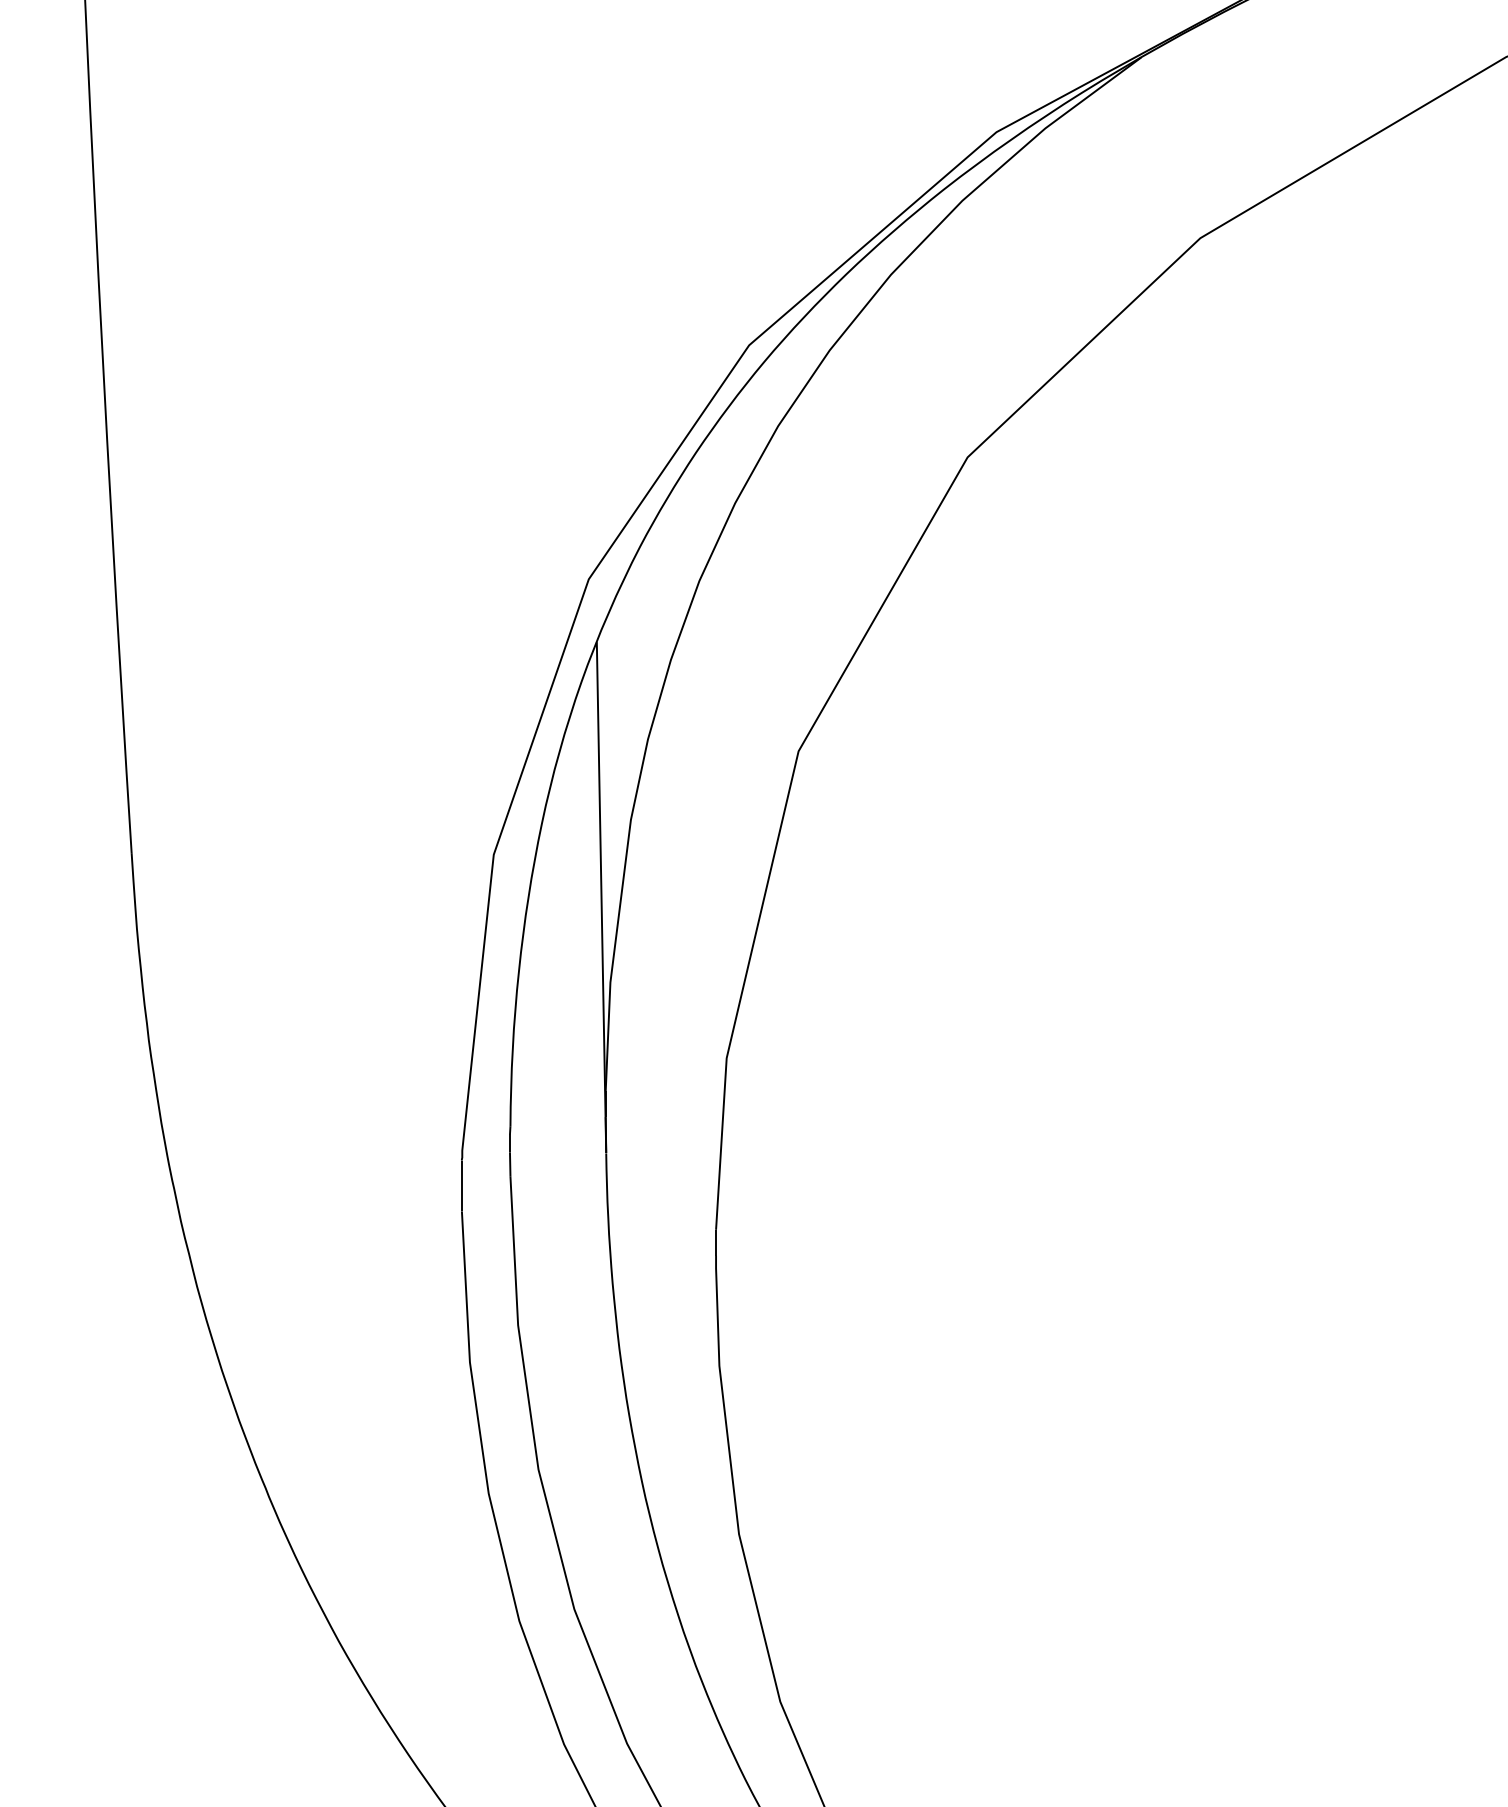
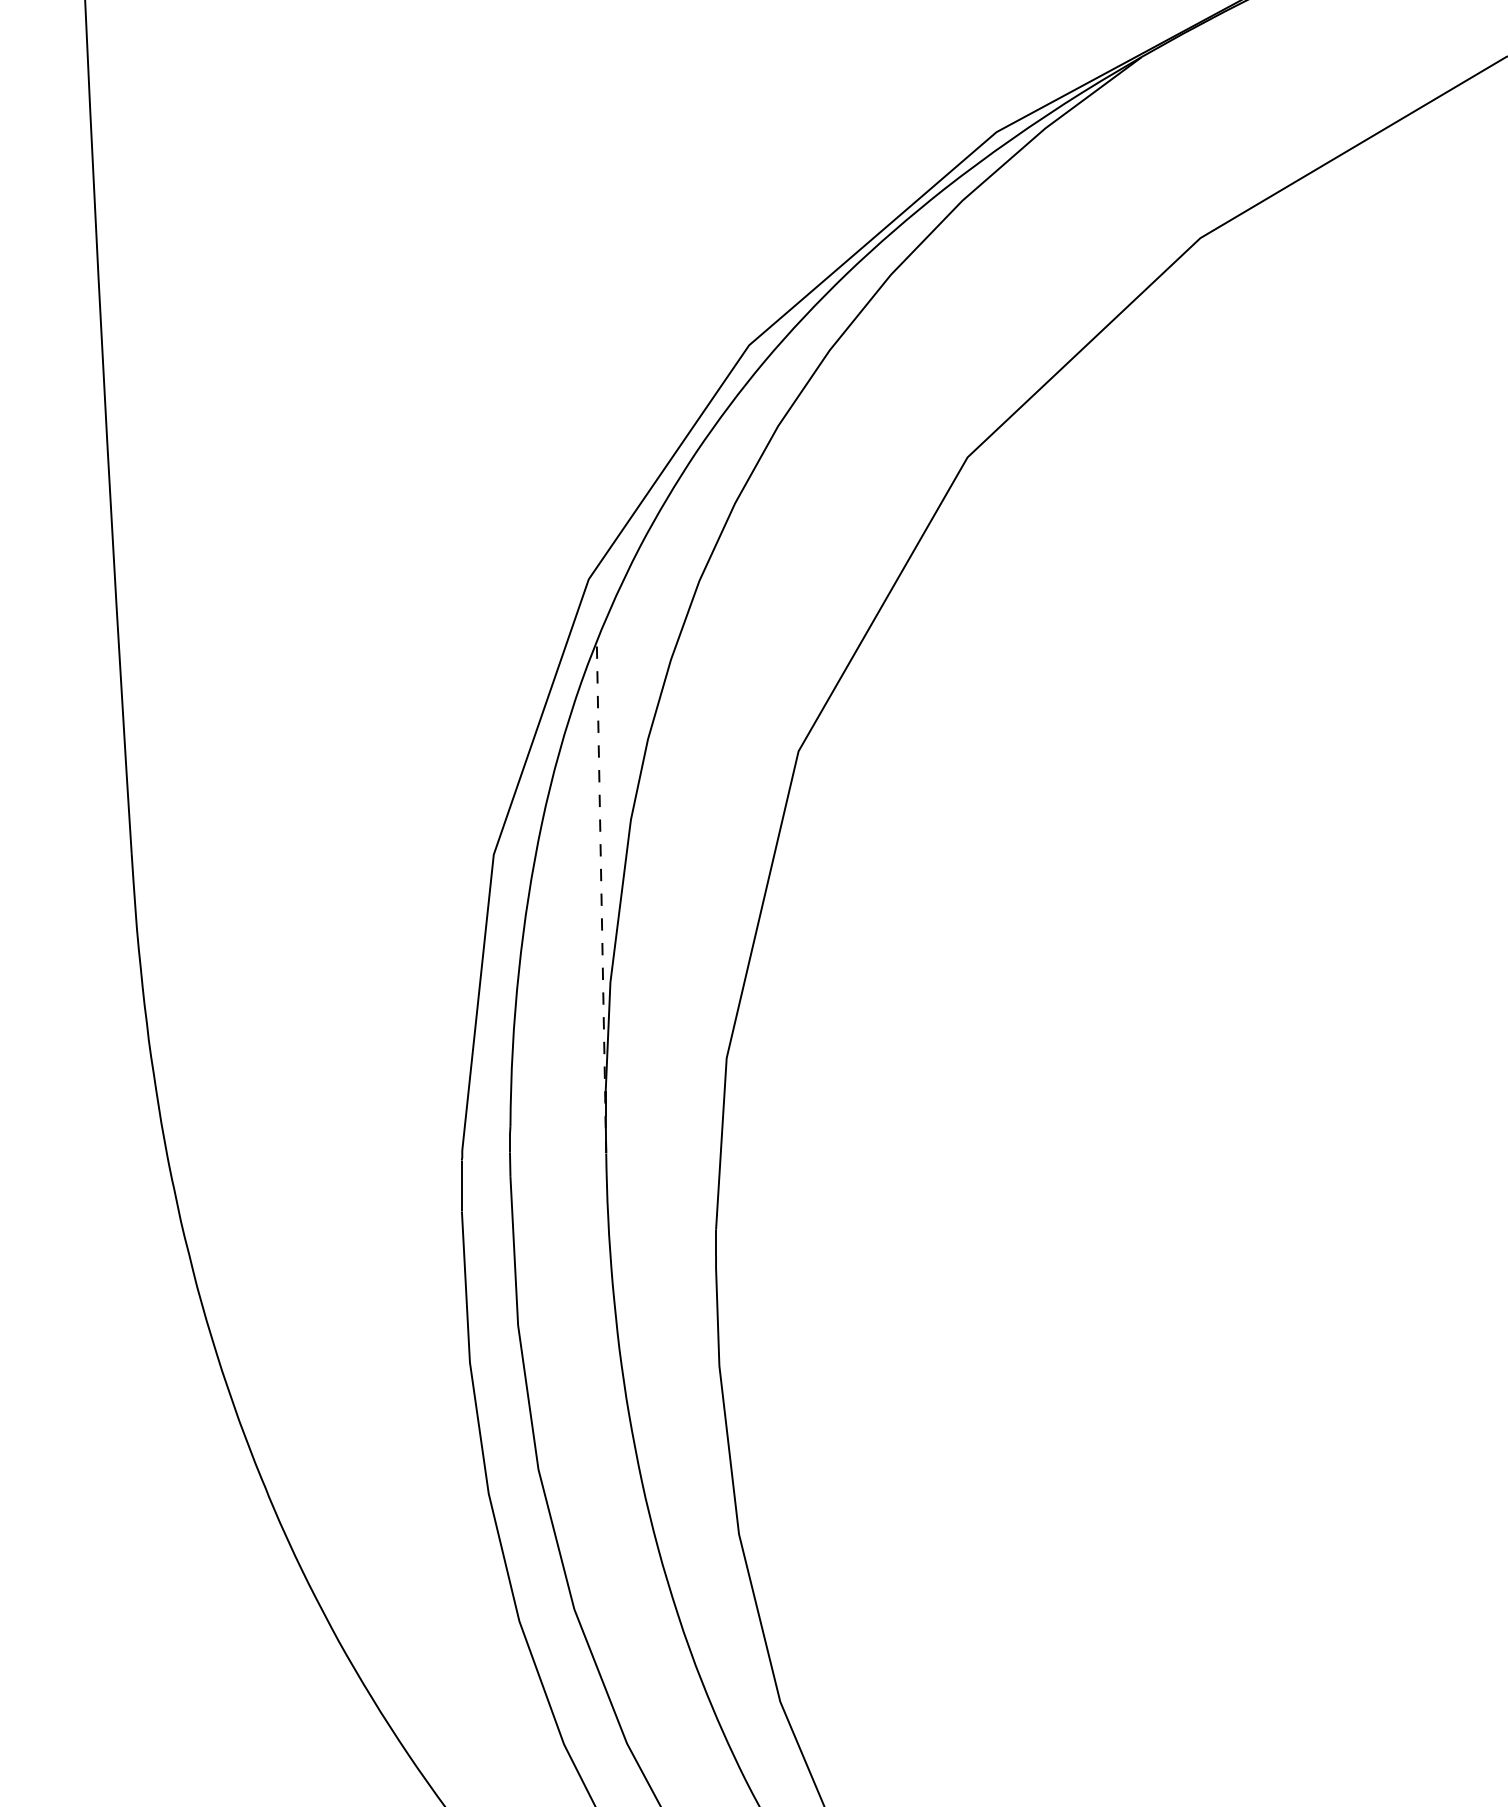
line at (601, 897): solid -> dashed
